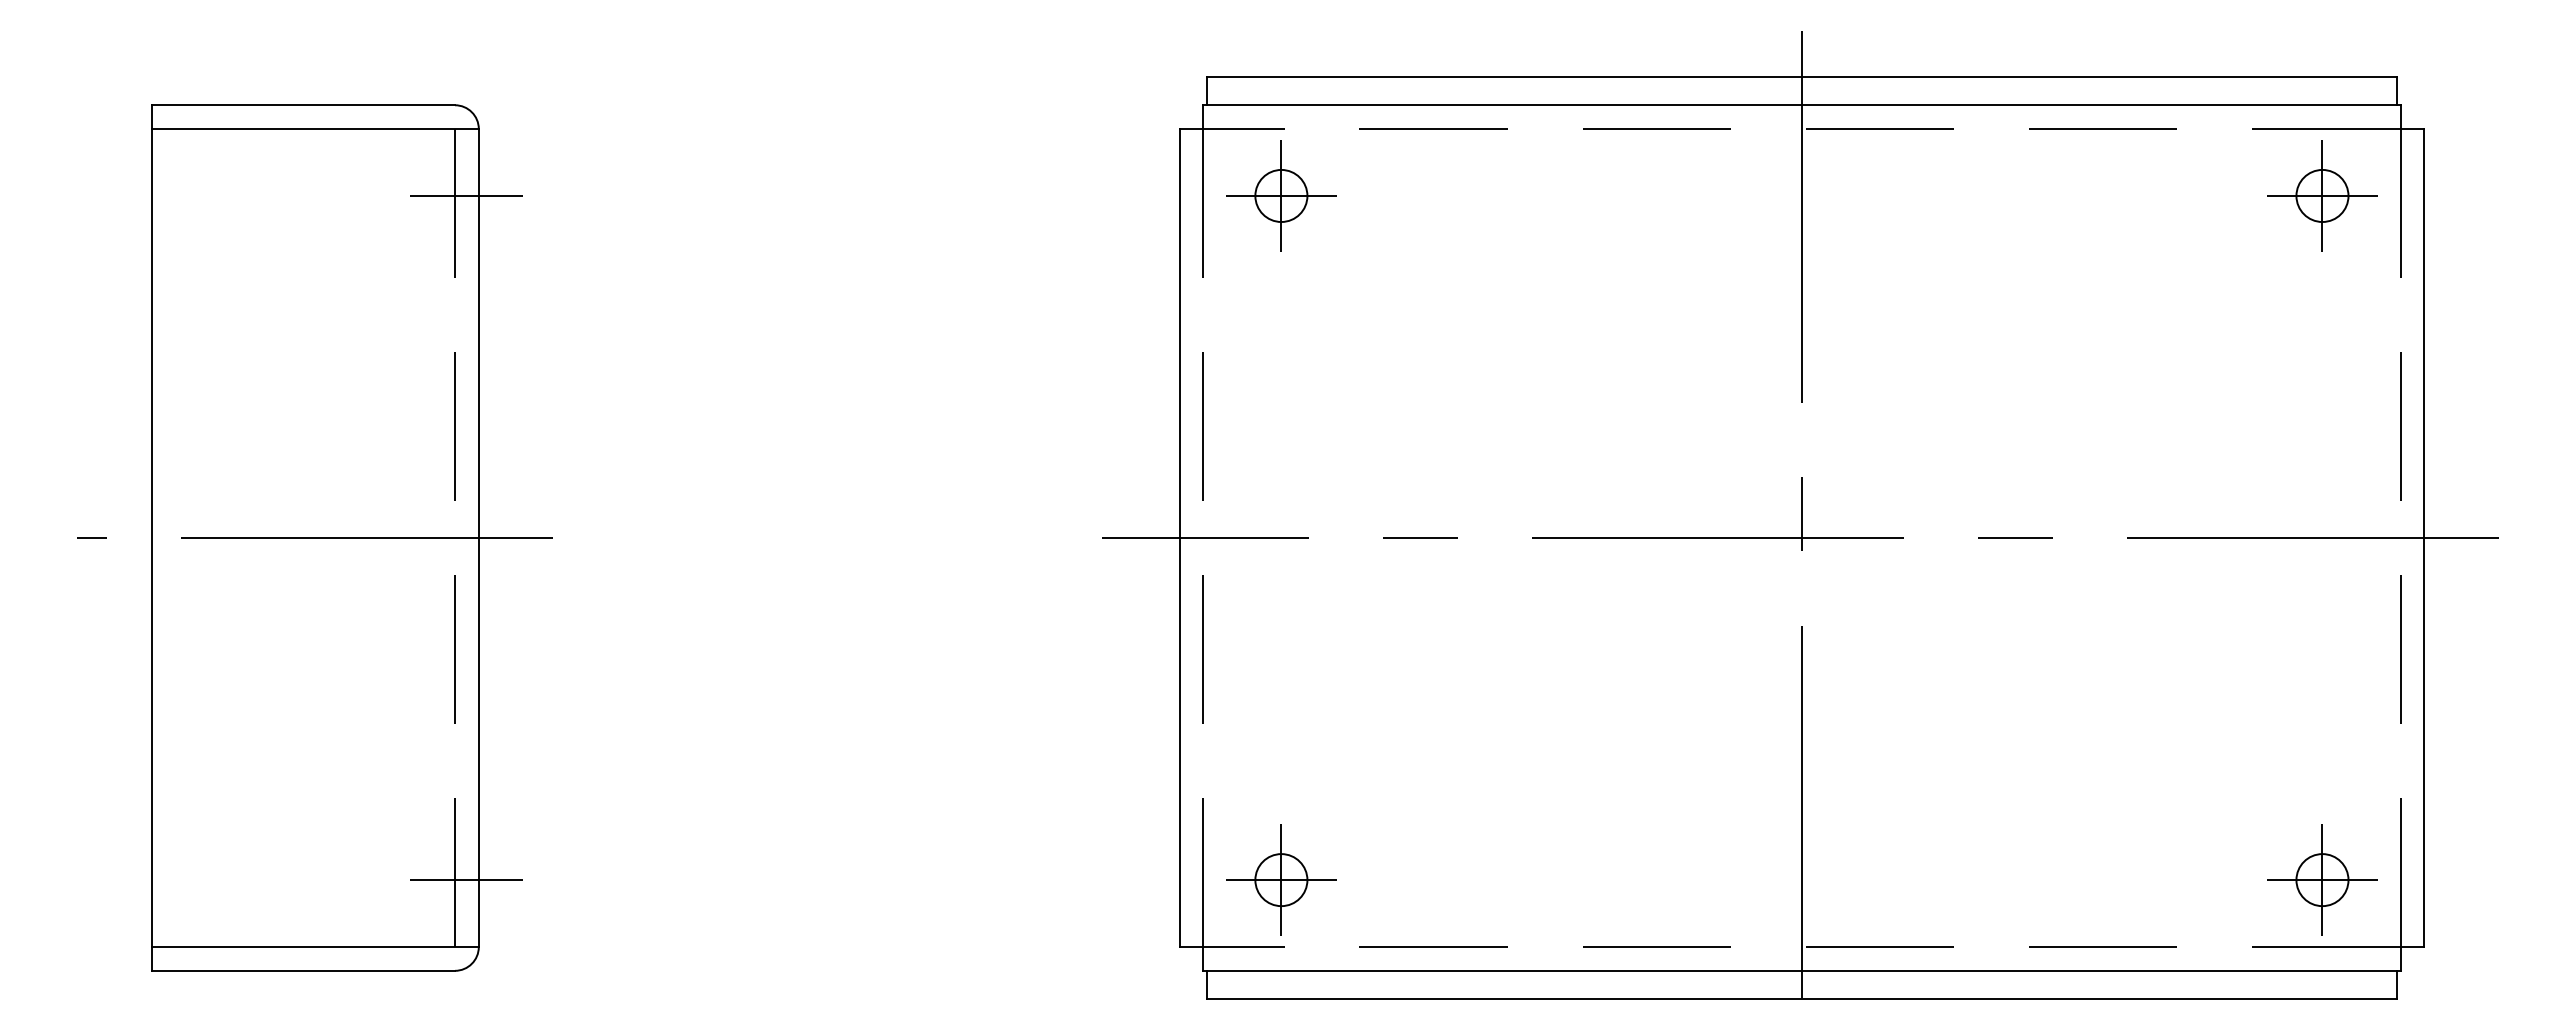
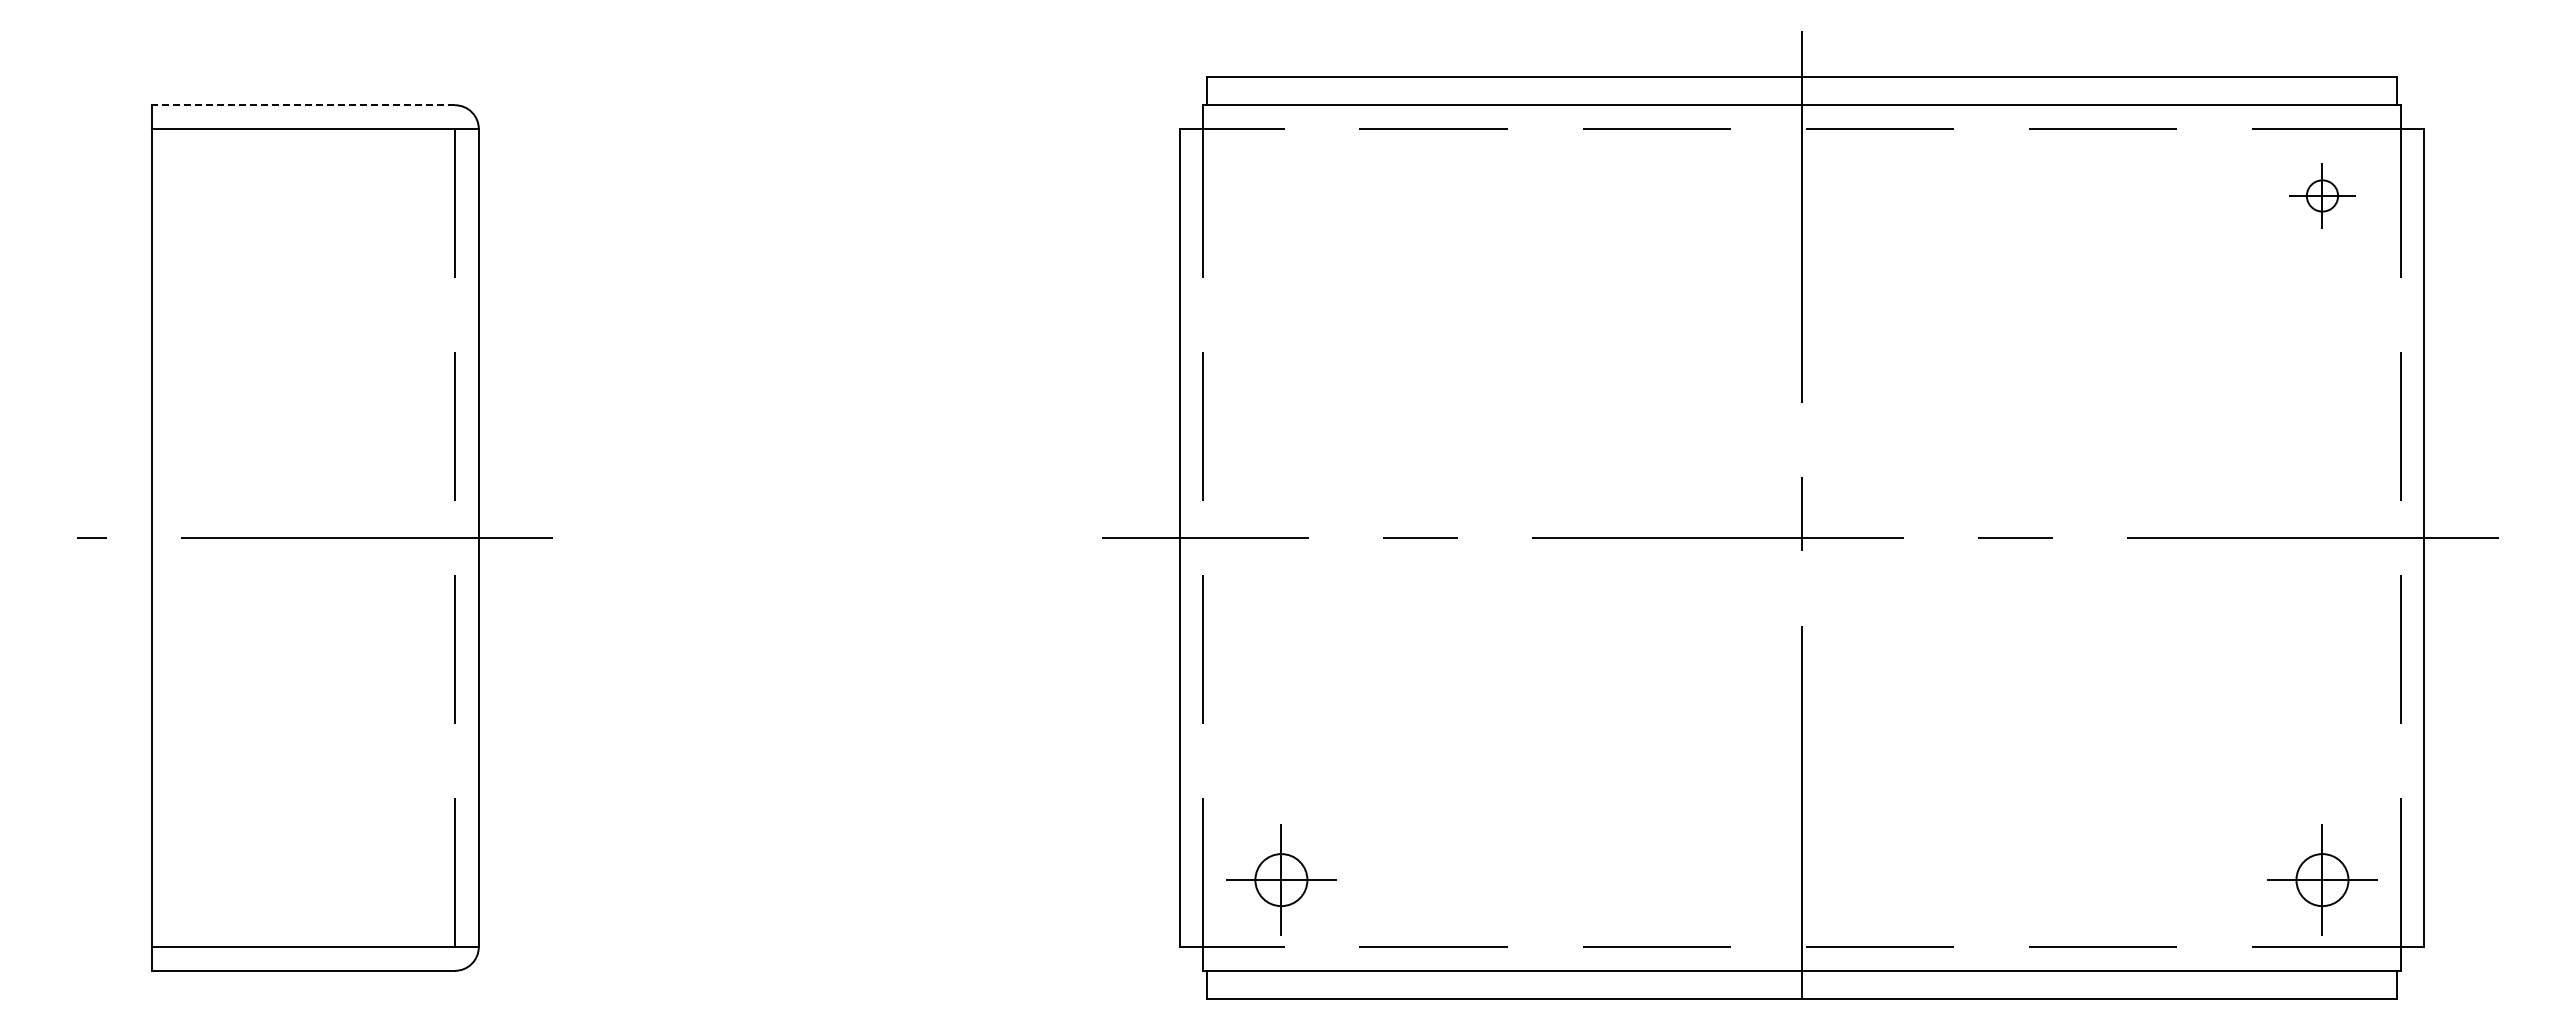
line at (303, 105): solid -> dashed
line at (466, 195): present -> none
part at (1281, 195): present -> none
part at (2322, 195) size: 111x112 px -> 67x66 px
line at (466, 880): present -> none
